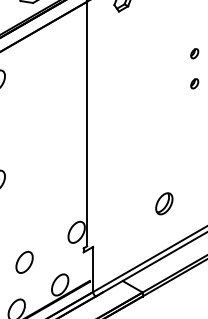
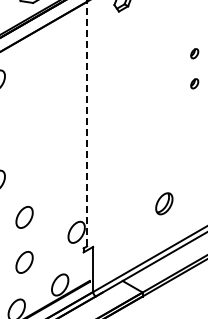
line at (87, 123): solid -> dashed
part at (24, 216): none -> present
